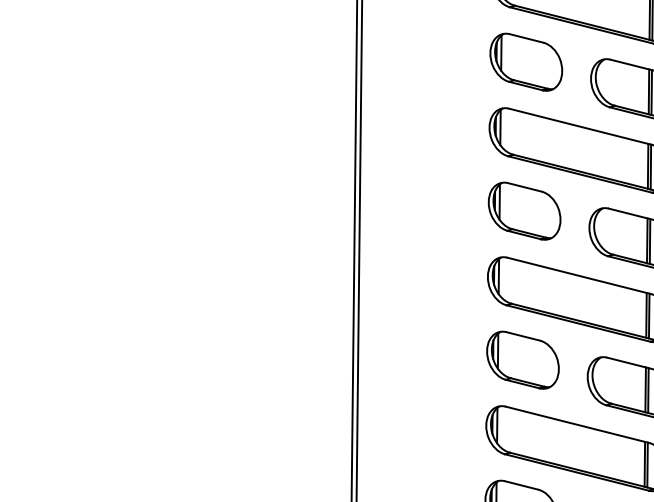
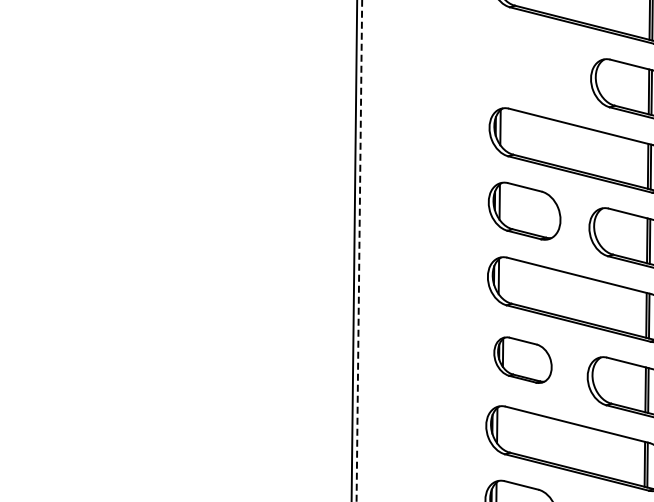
part at (526, 61): present -> none
line at (359, 251): solid -> dashed
part at (522, 359) size: 74x60 px -> 60x48 px
